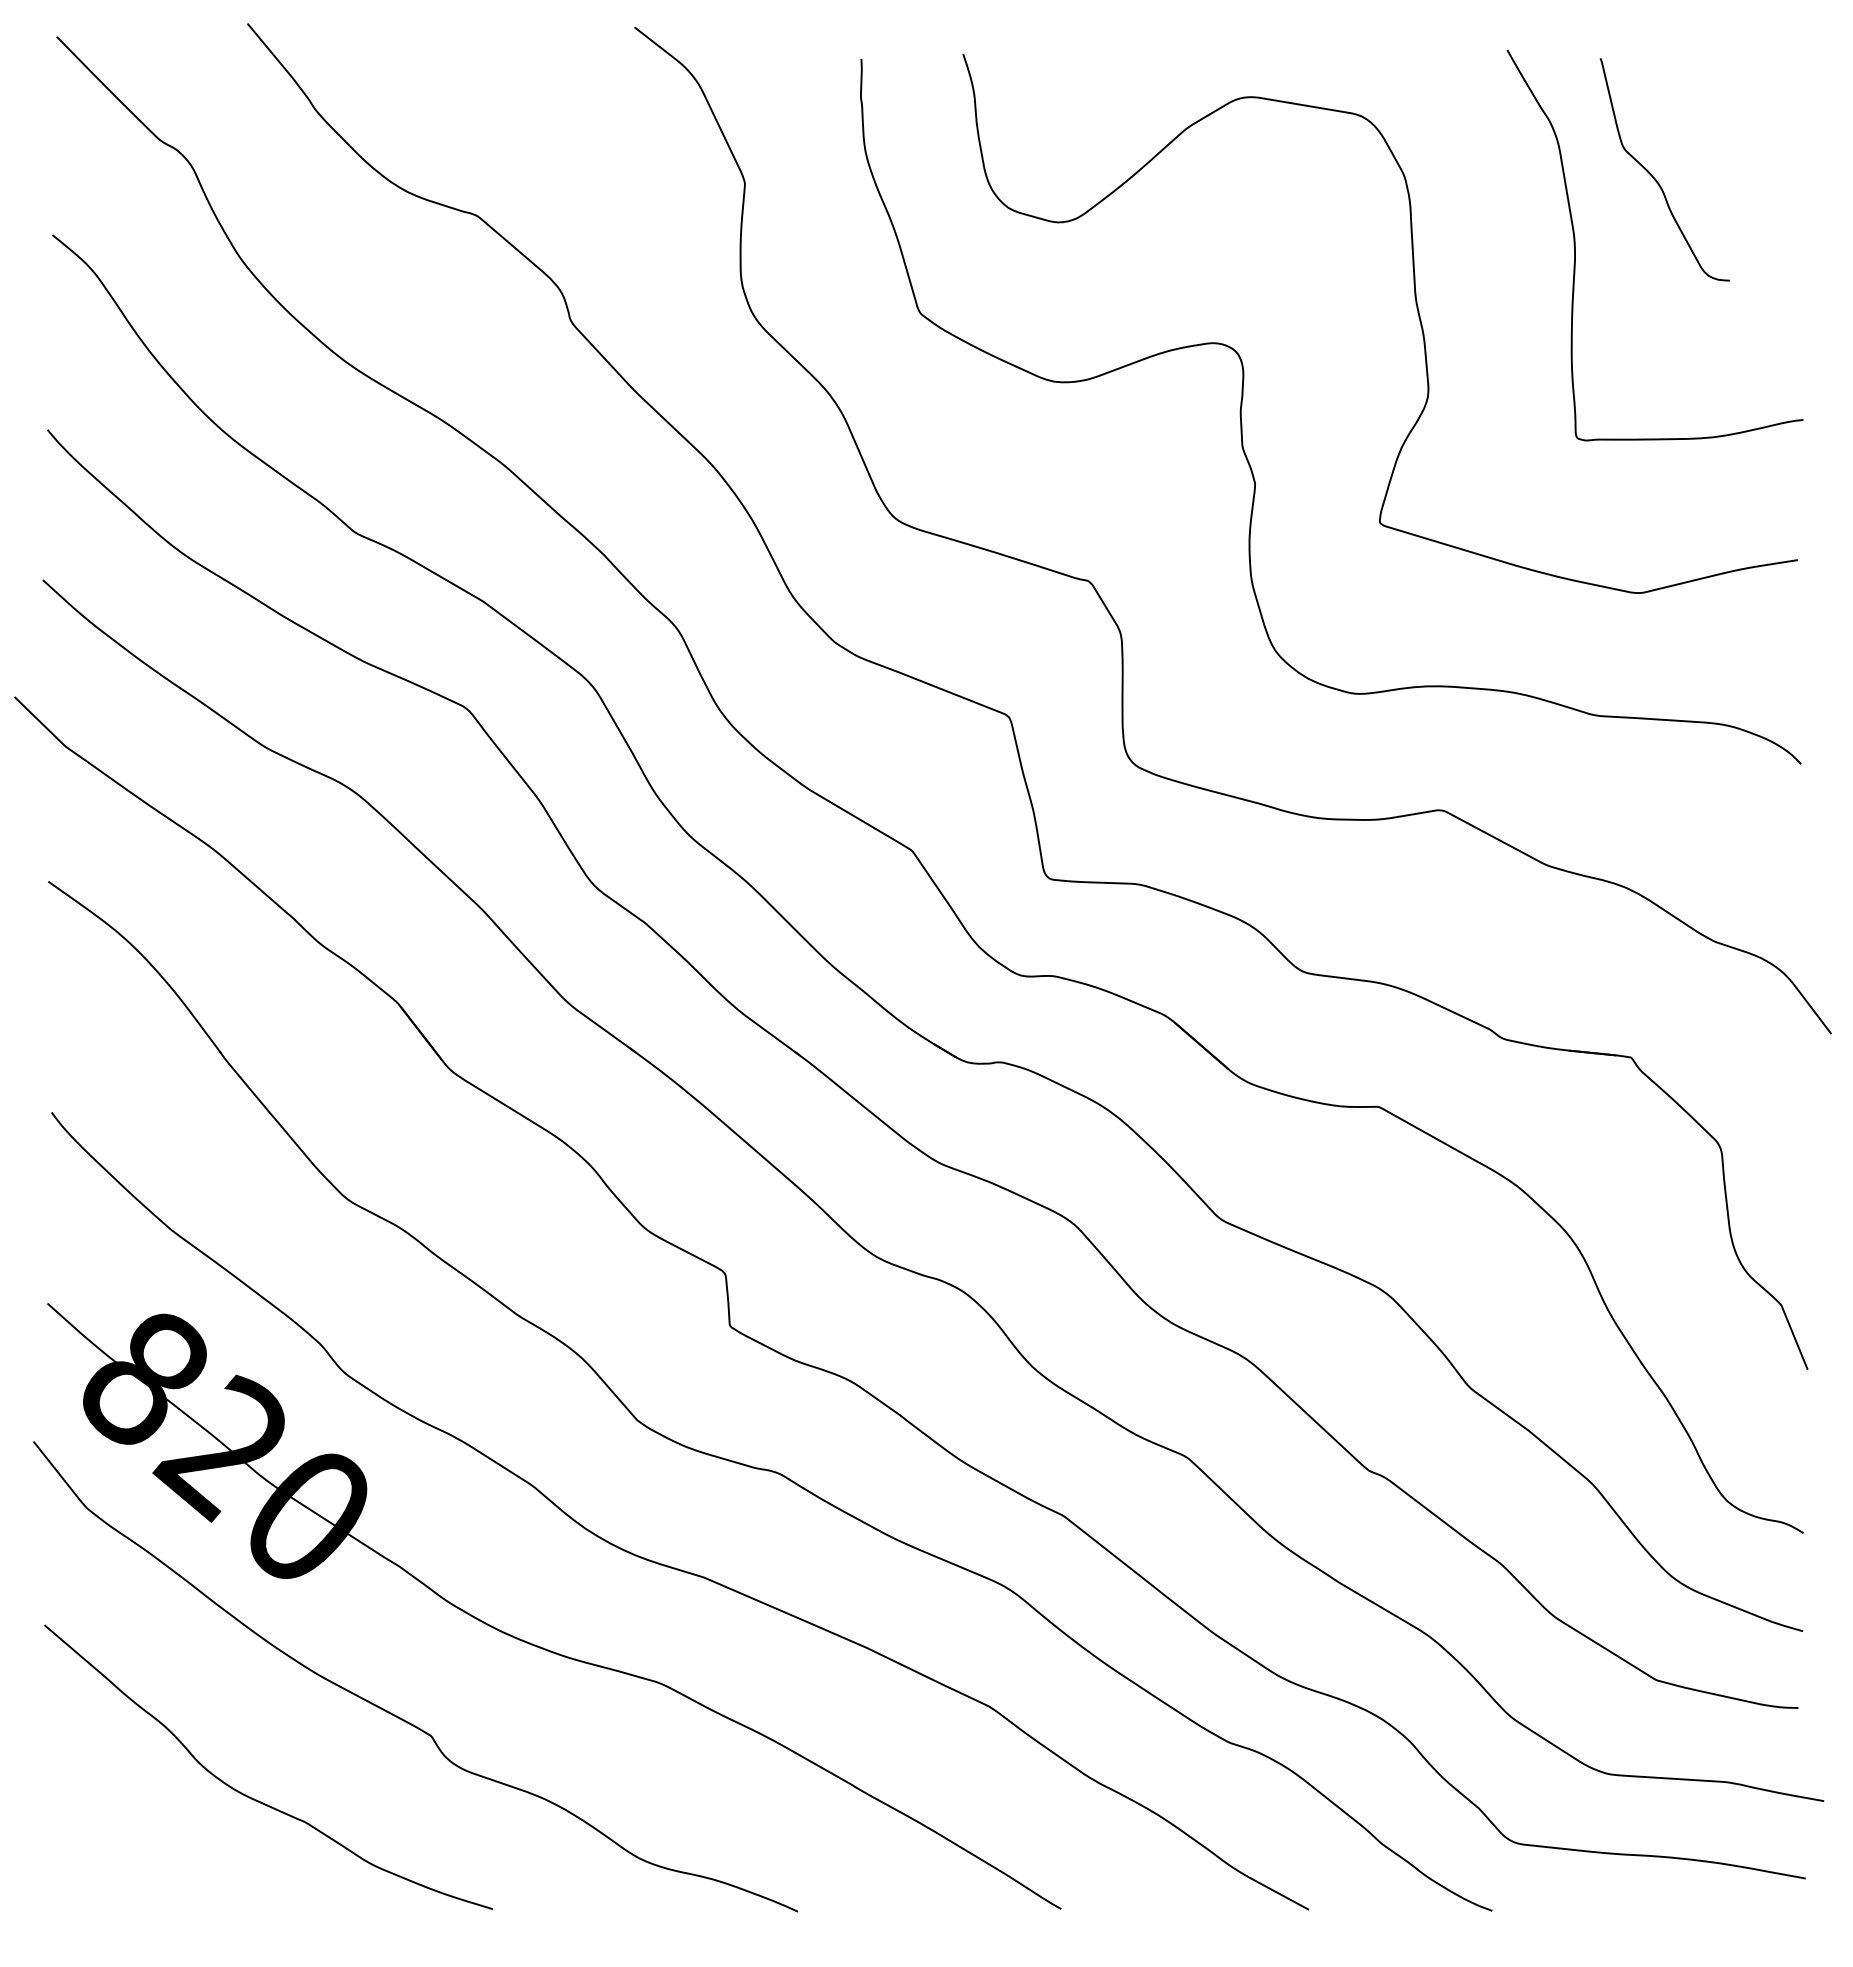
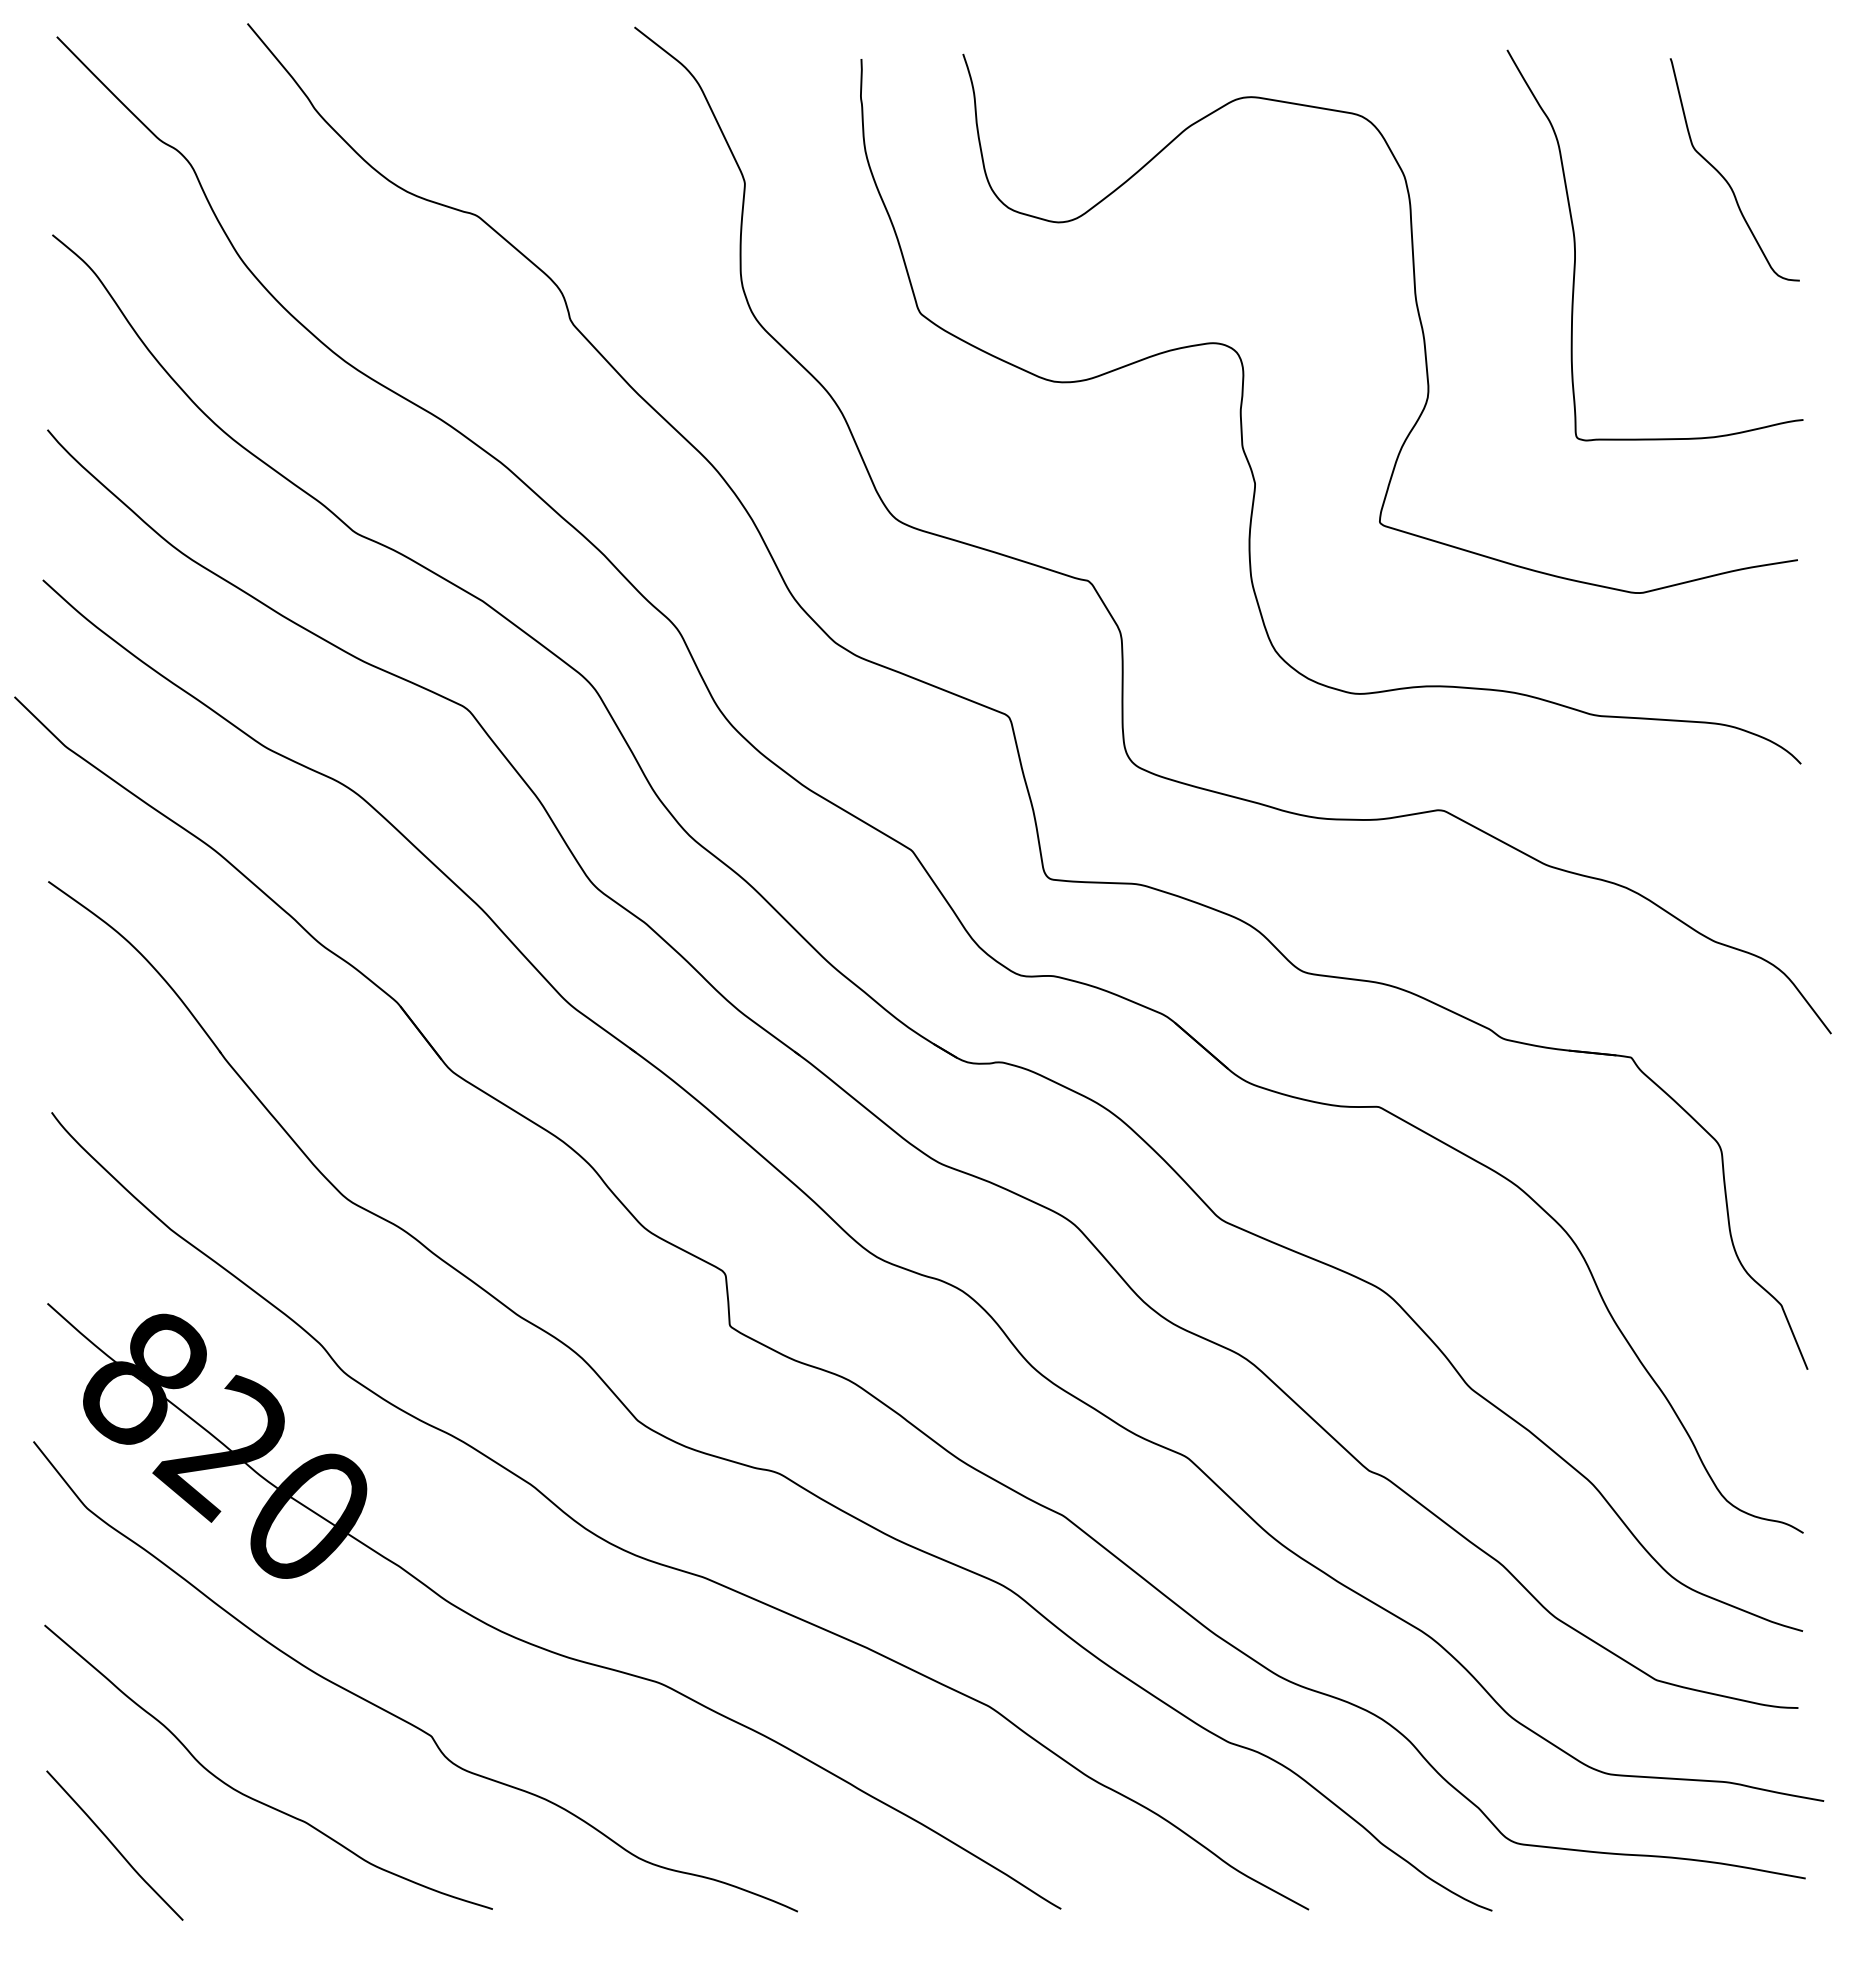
curve at (1655, 178) position: (1655, 178) -> (1725, 178)
curve at (114, 1845): none -> present
